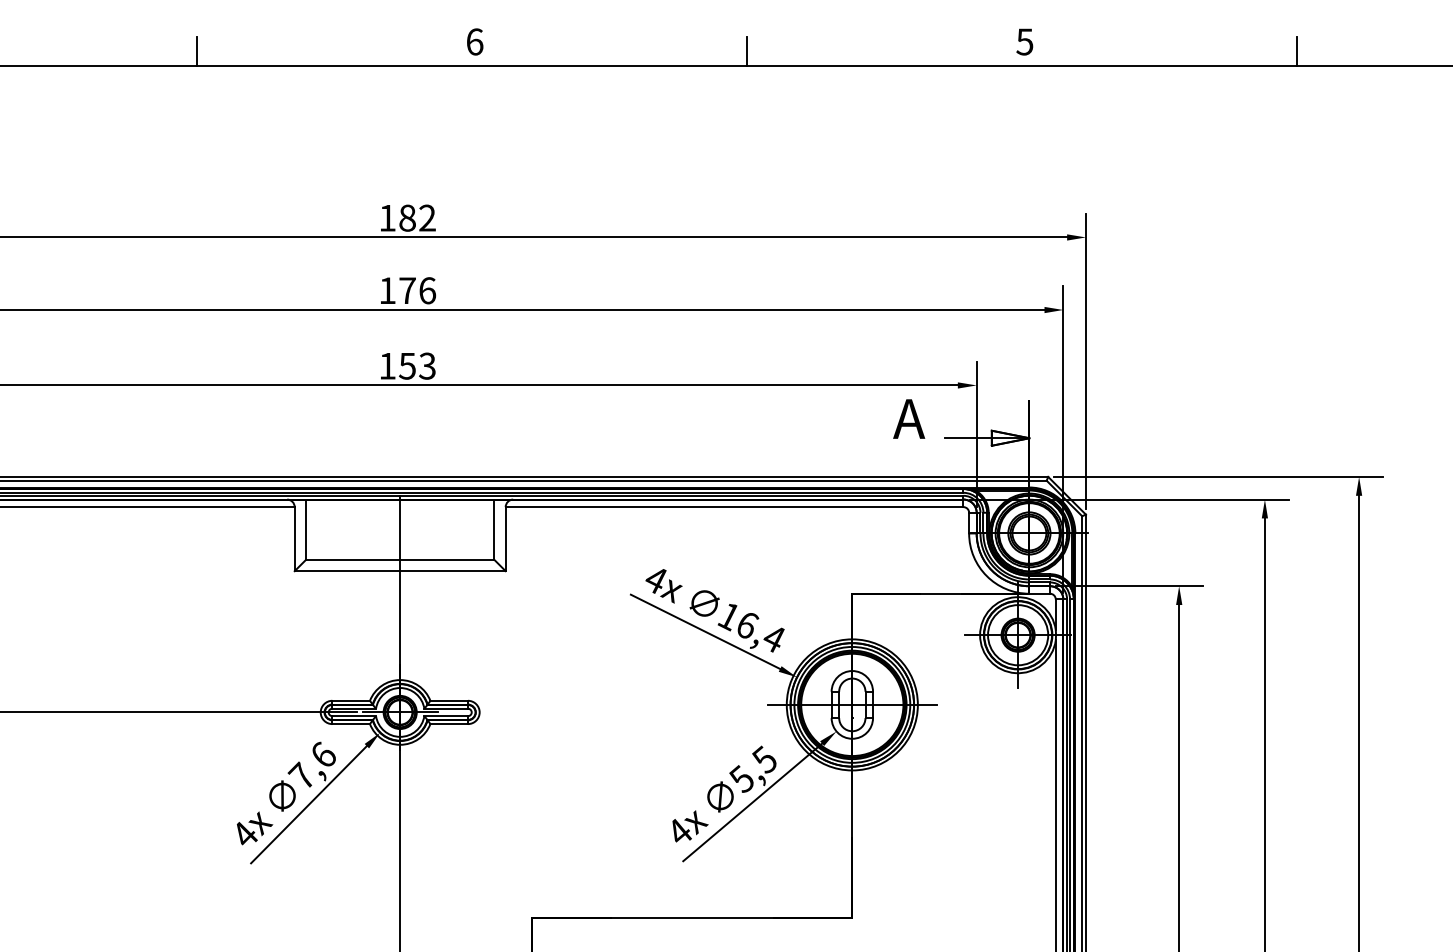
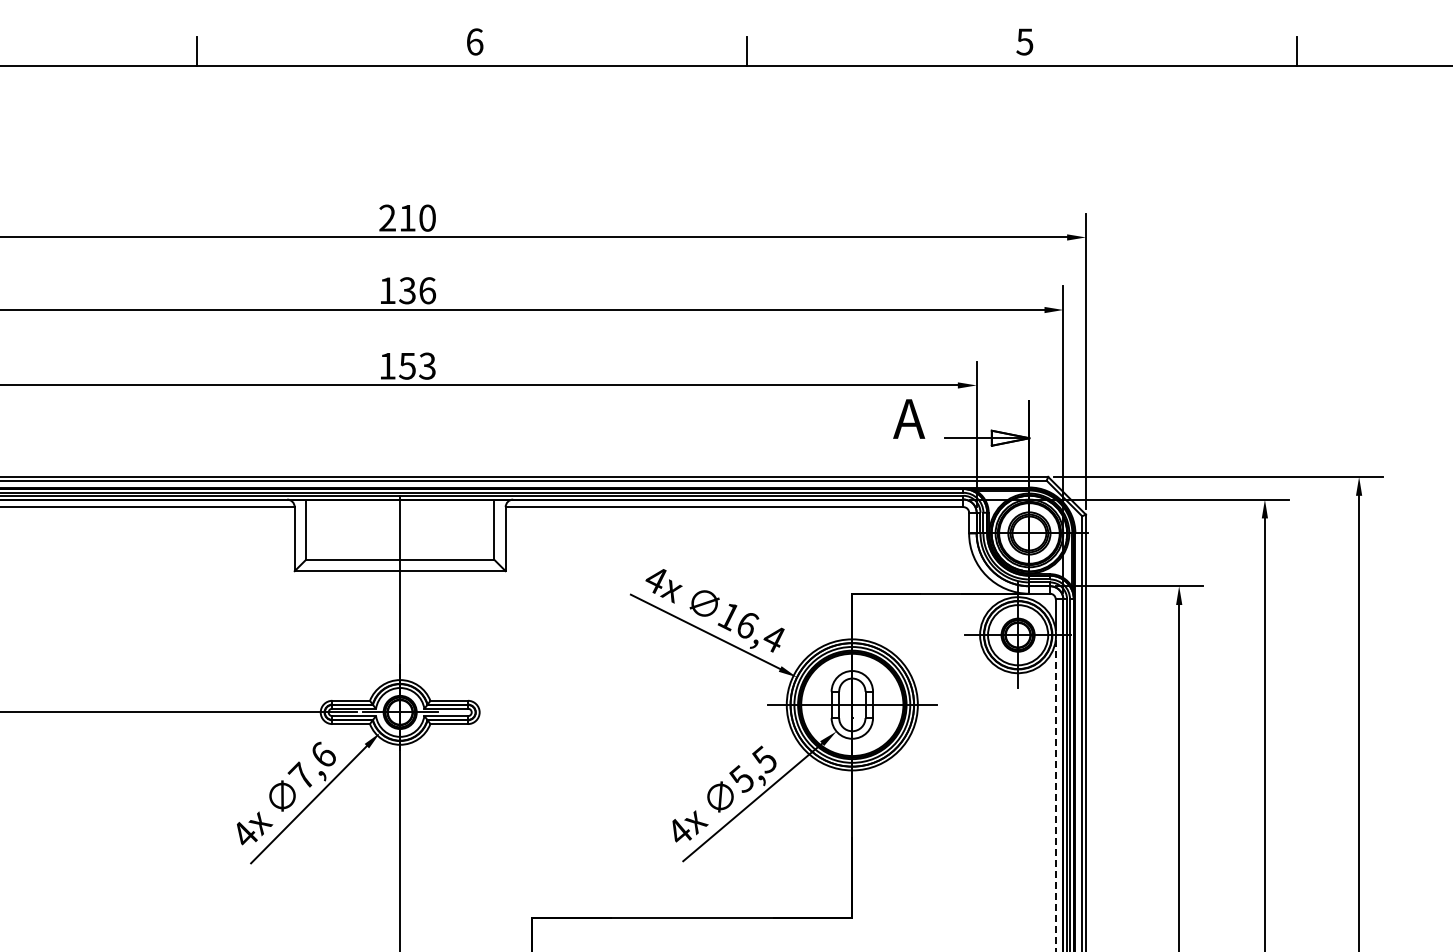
text at (407, 217): 182 -> 210
text at (407, 290): 176 -> 136
line at (1055, 796): solid -> dashed
